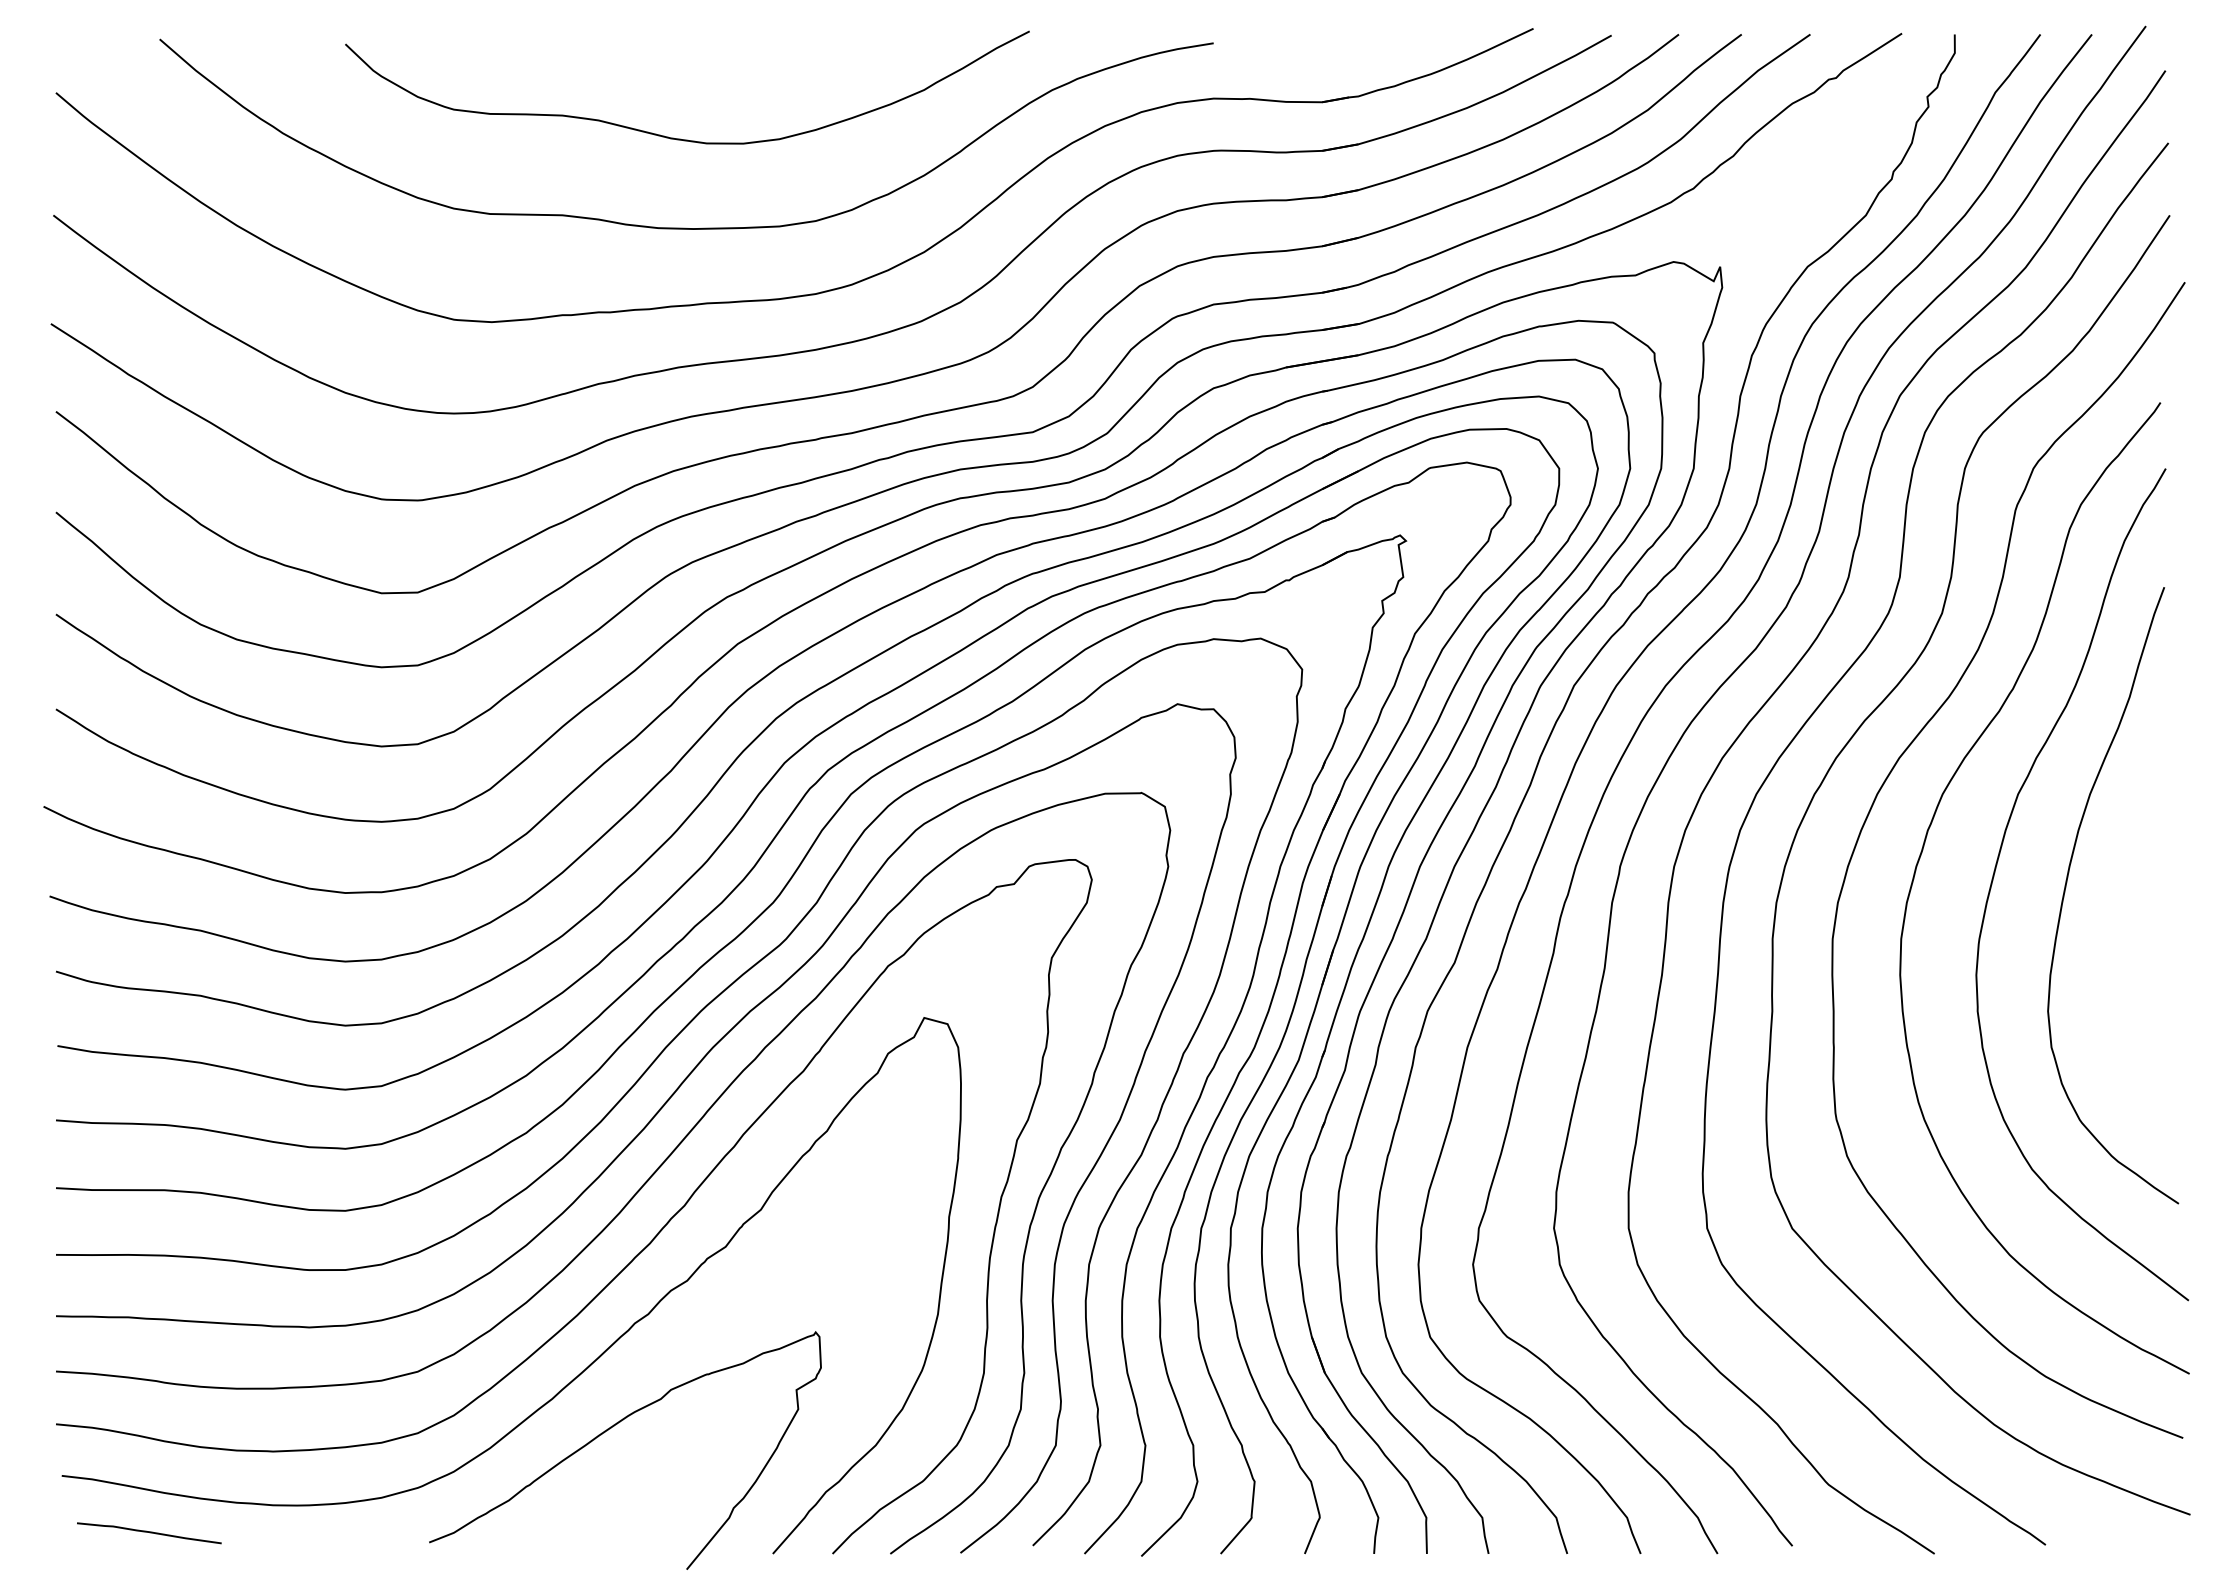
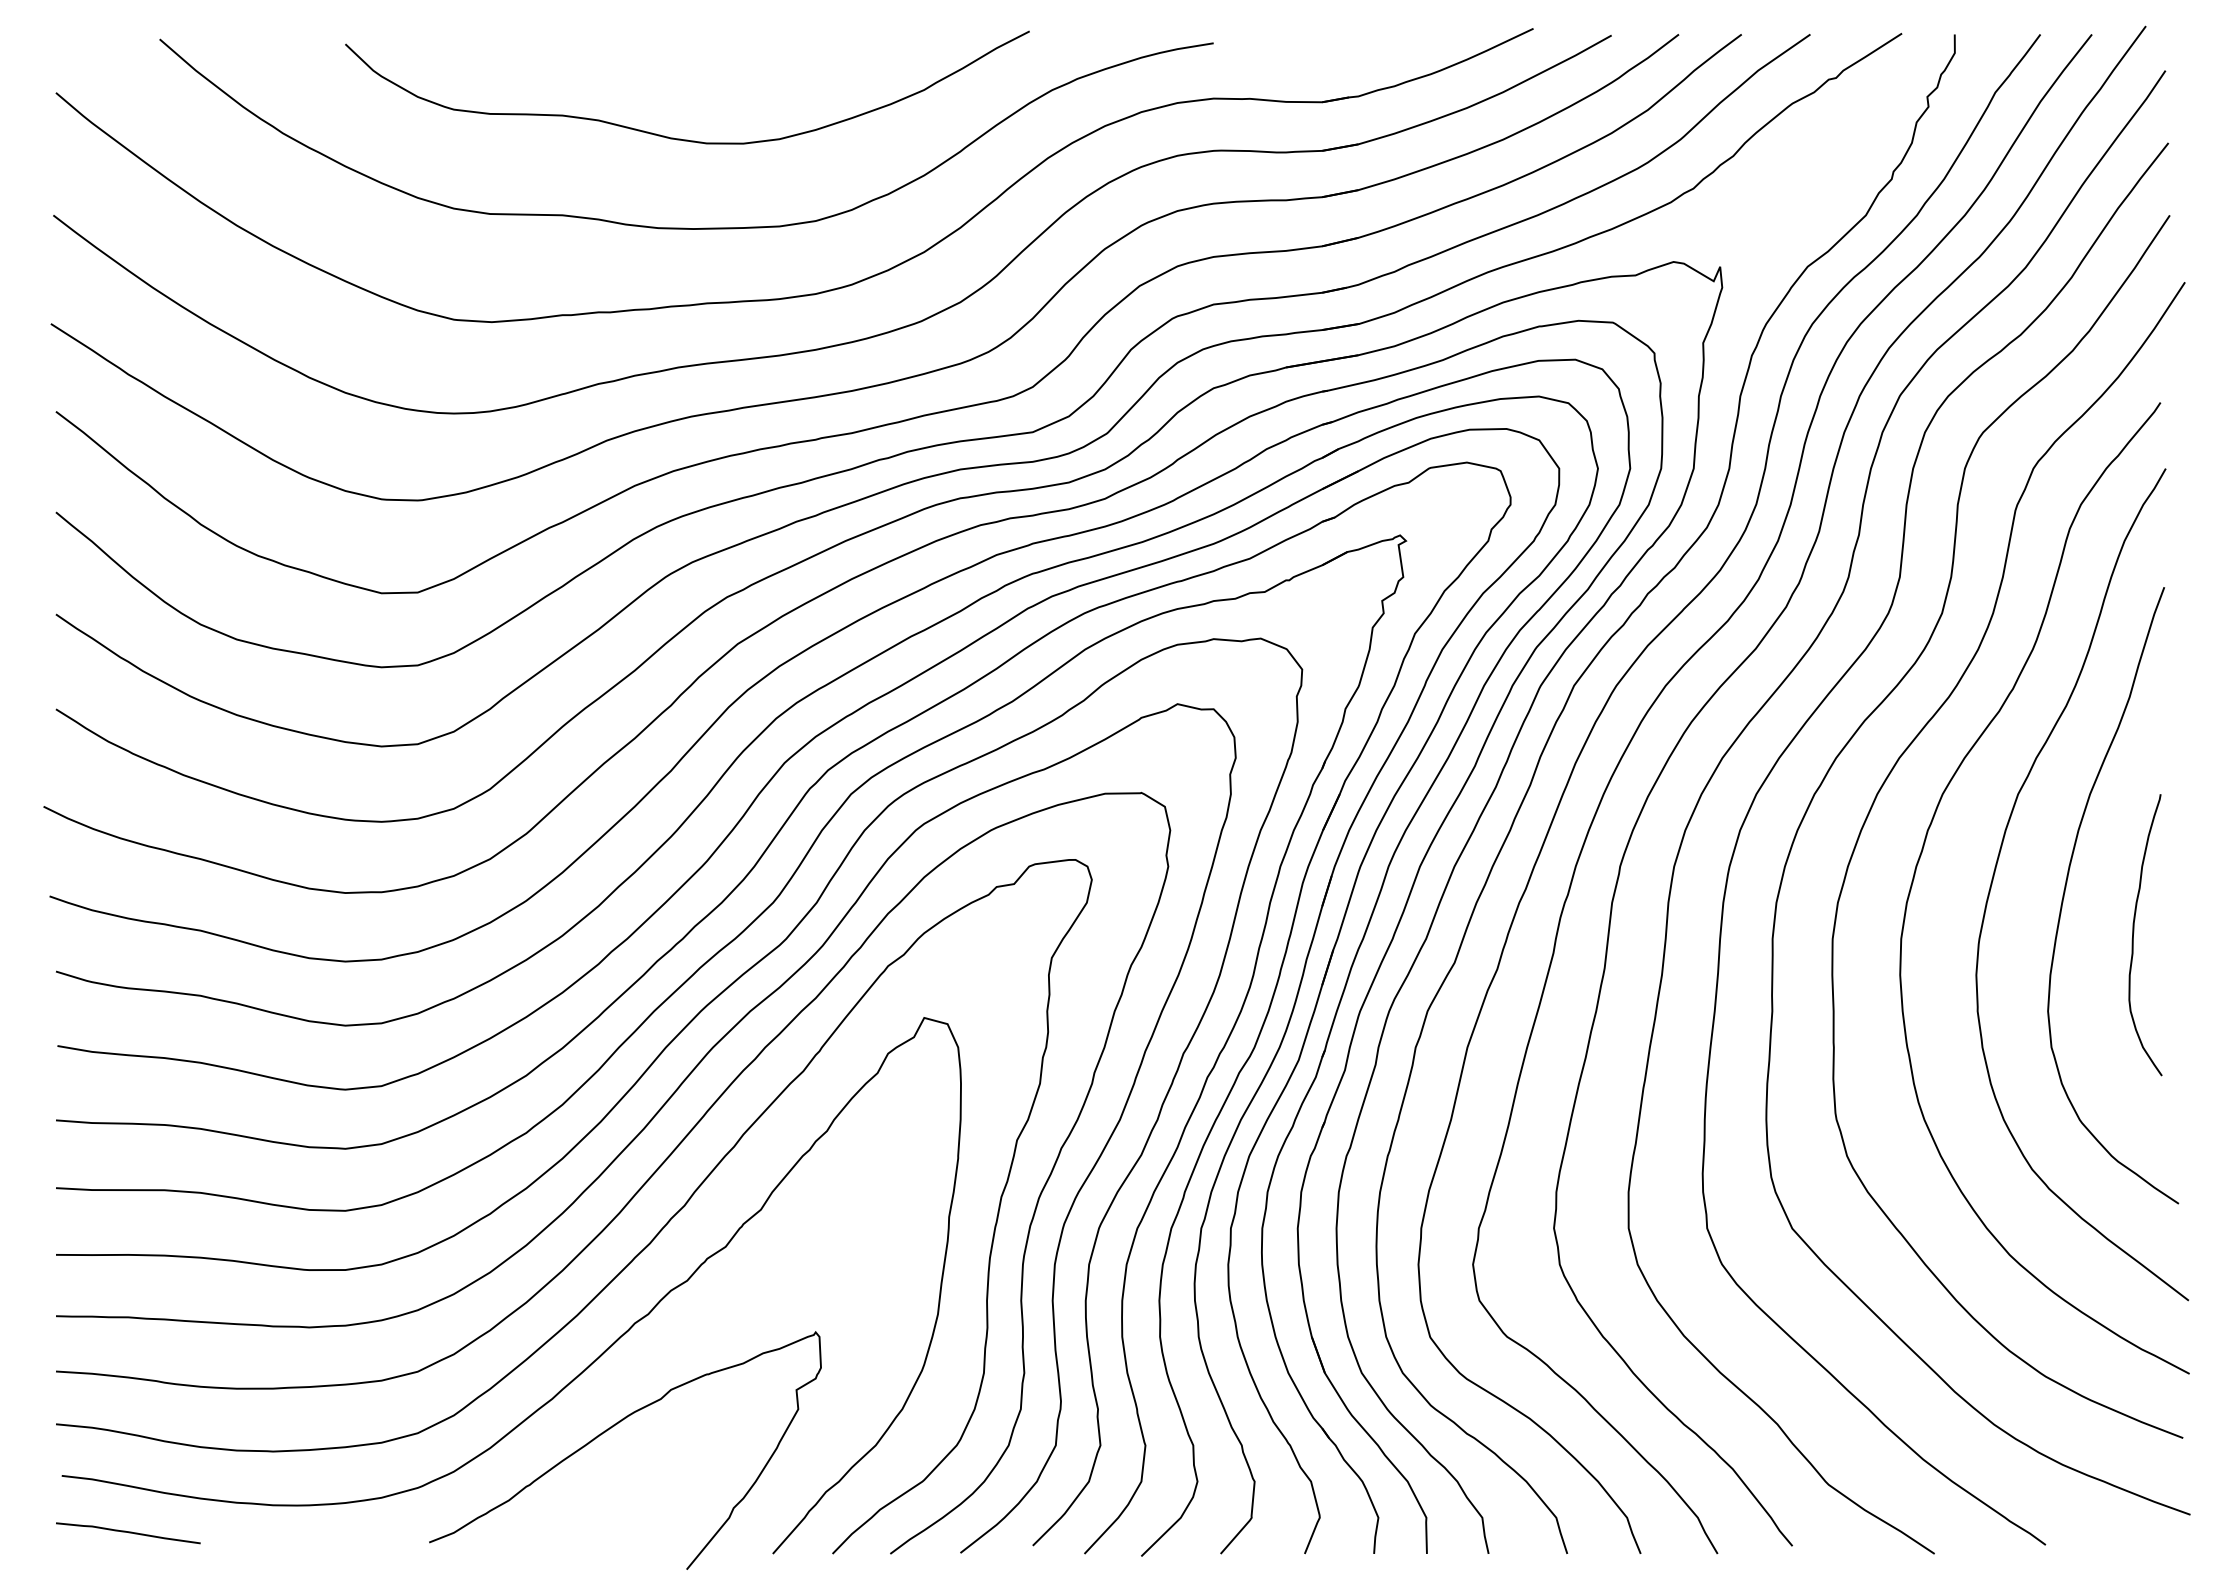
curve at (2134, 932): none -> present
curve at (149, 1533) position: (149, 1533) -> (128, 1533)
